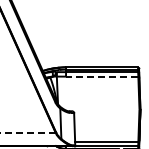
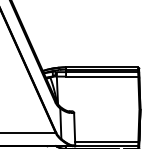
line at (101, 76): dashed -> solid
line at (27, 132): dashed -> solid
